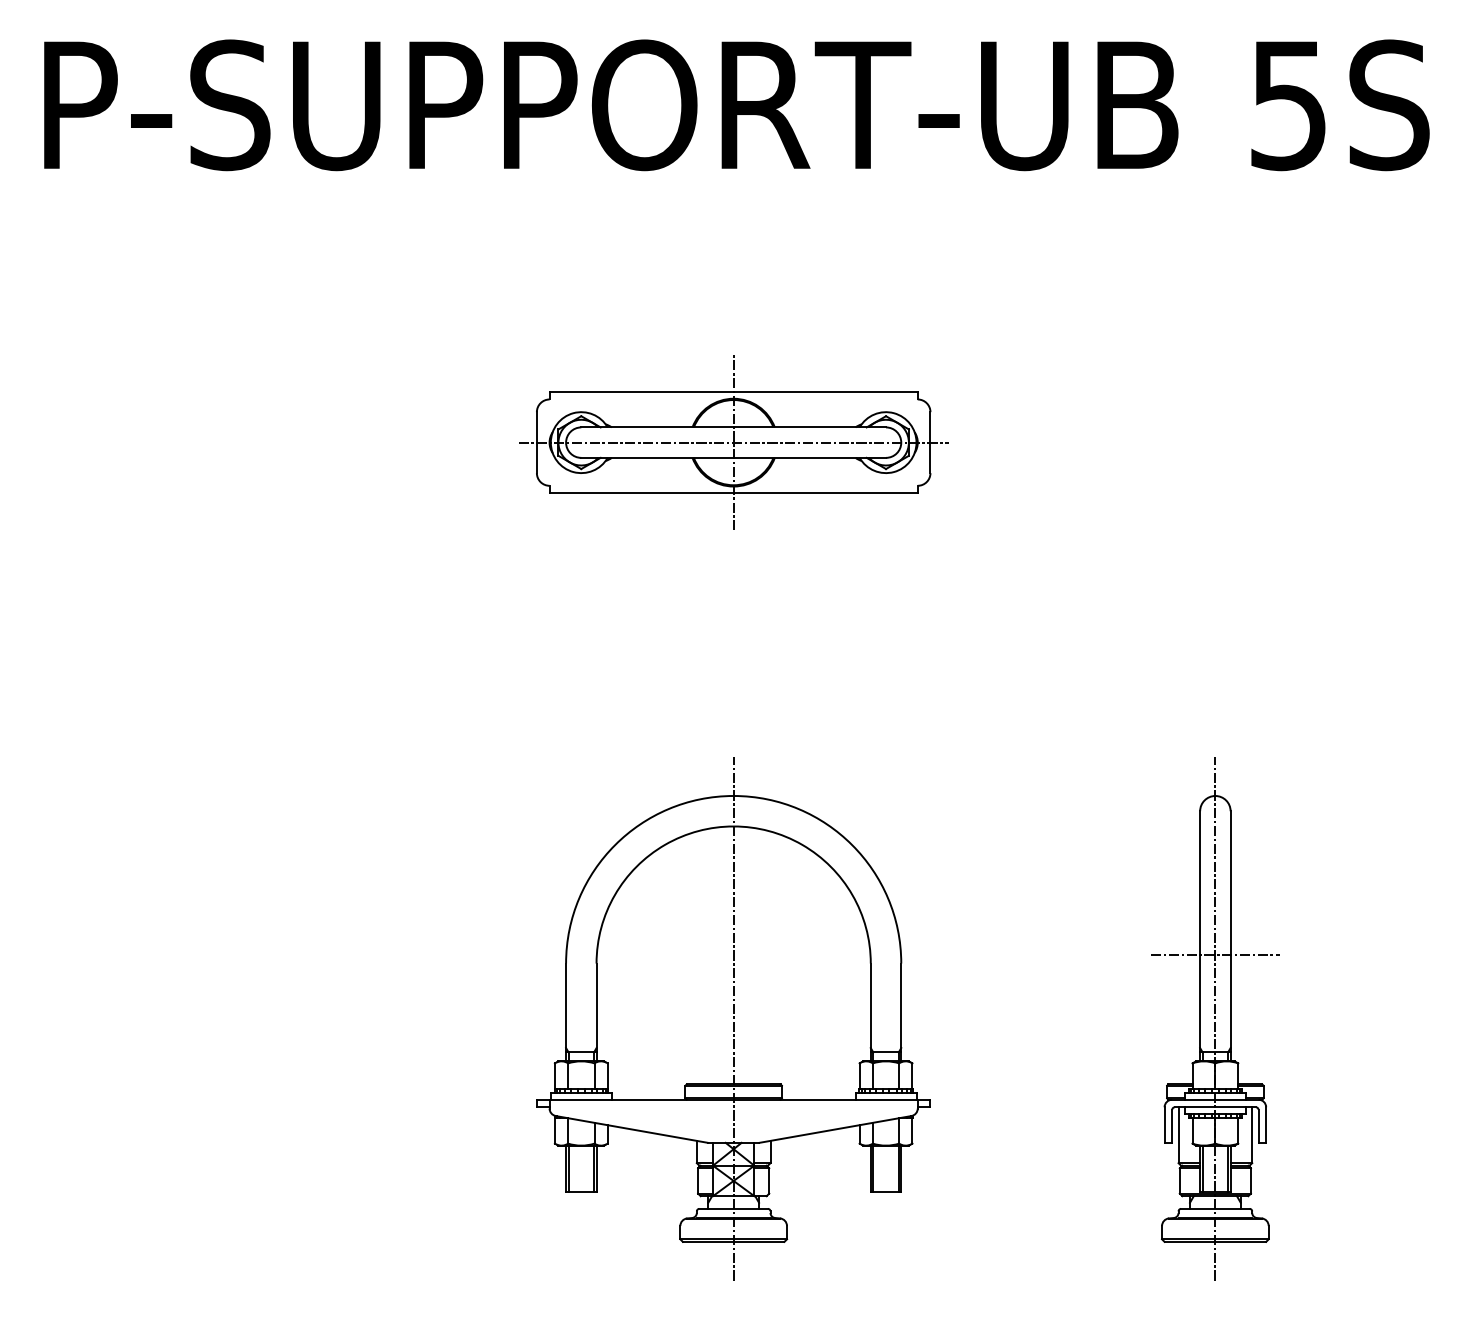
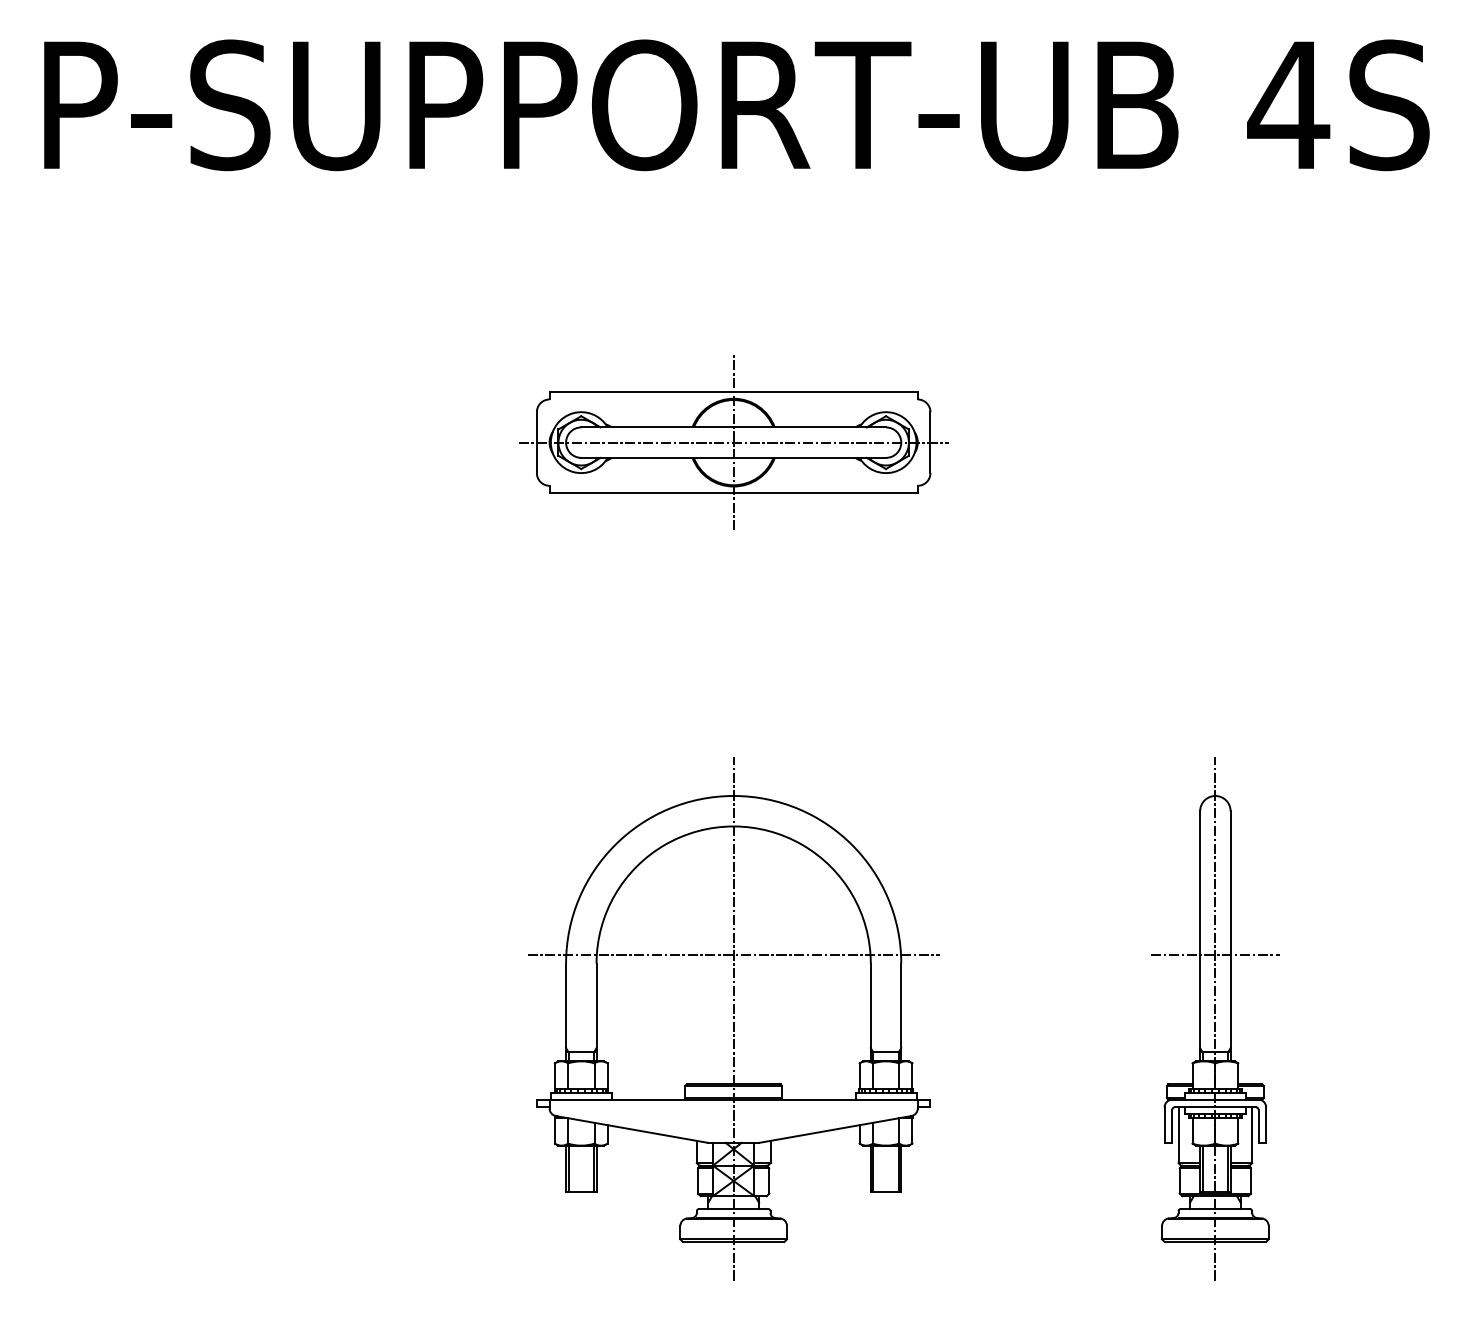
text at (1288, 106): 5S -> 4S
line at (733, 955): none -> present
